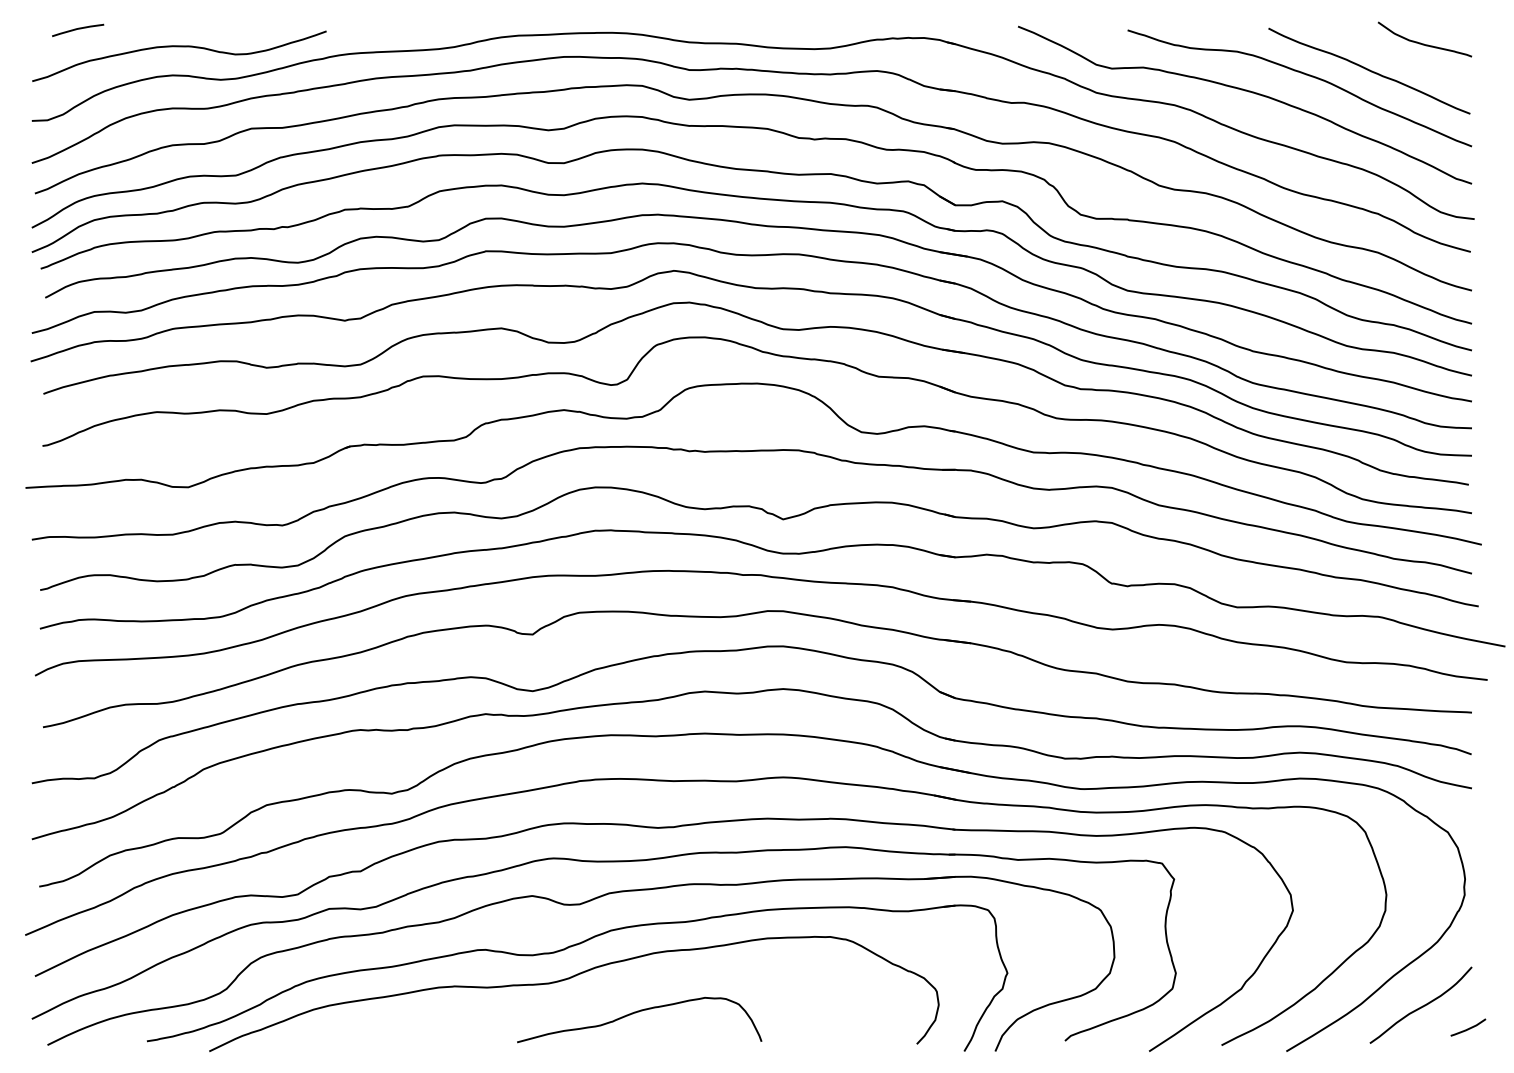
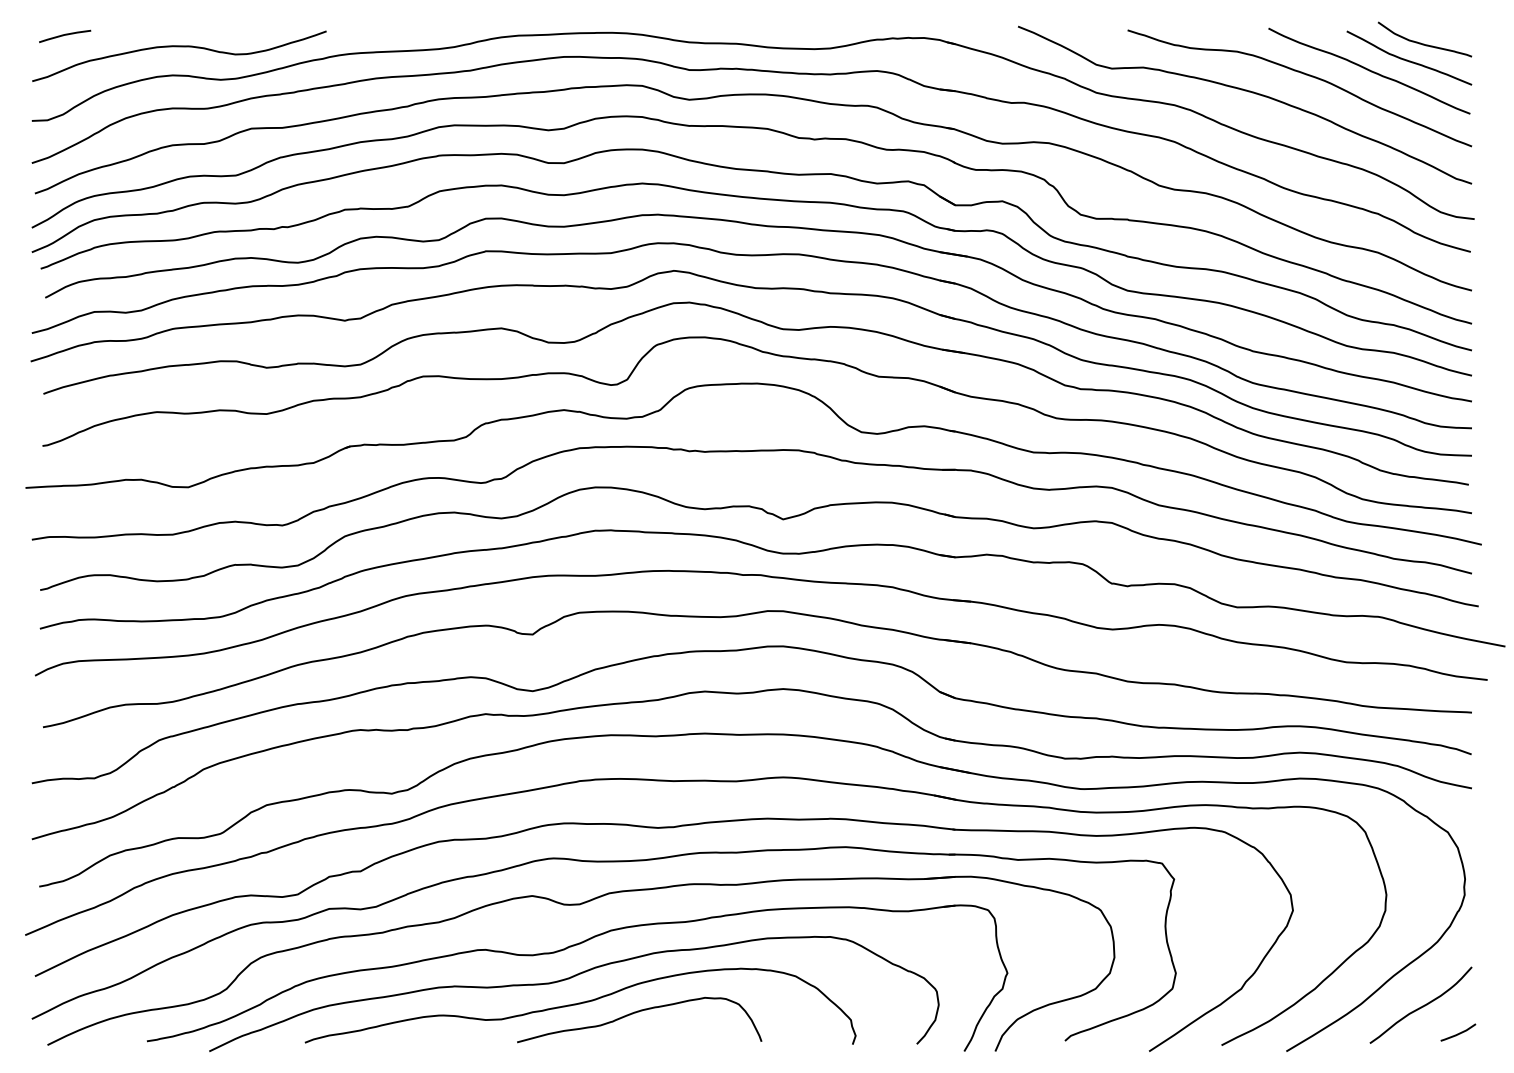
line at (78, 29) position: (78, 29) -> (65, 35)
curve at (1407, 59): none -> present
curve at (580, 1004): none -> present
line at (1469, 1027) position: (1469, 1027) -> (1459, 1032)
